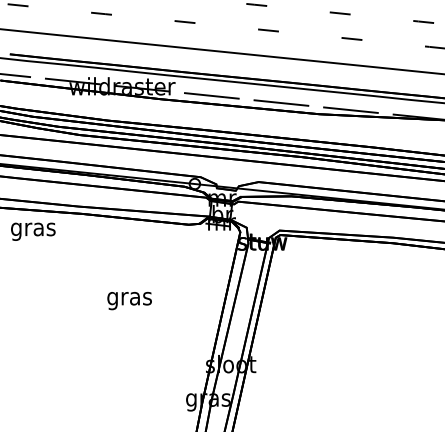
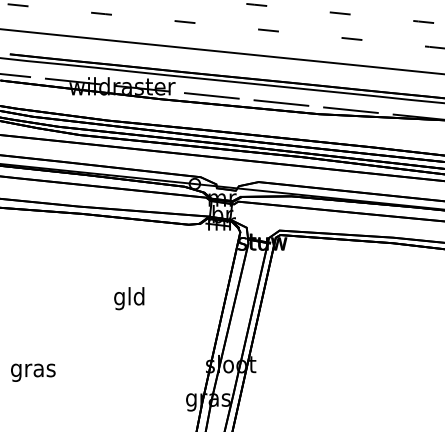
text at (33, 231) position: (33, 231) -> (33, 372)
text at (129, 298): gras -> gld
